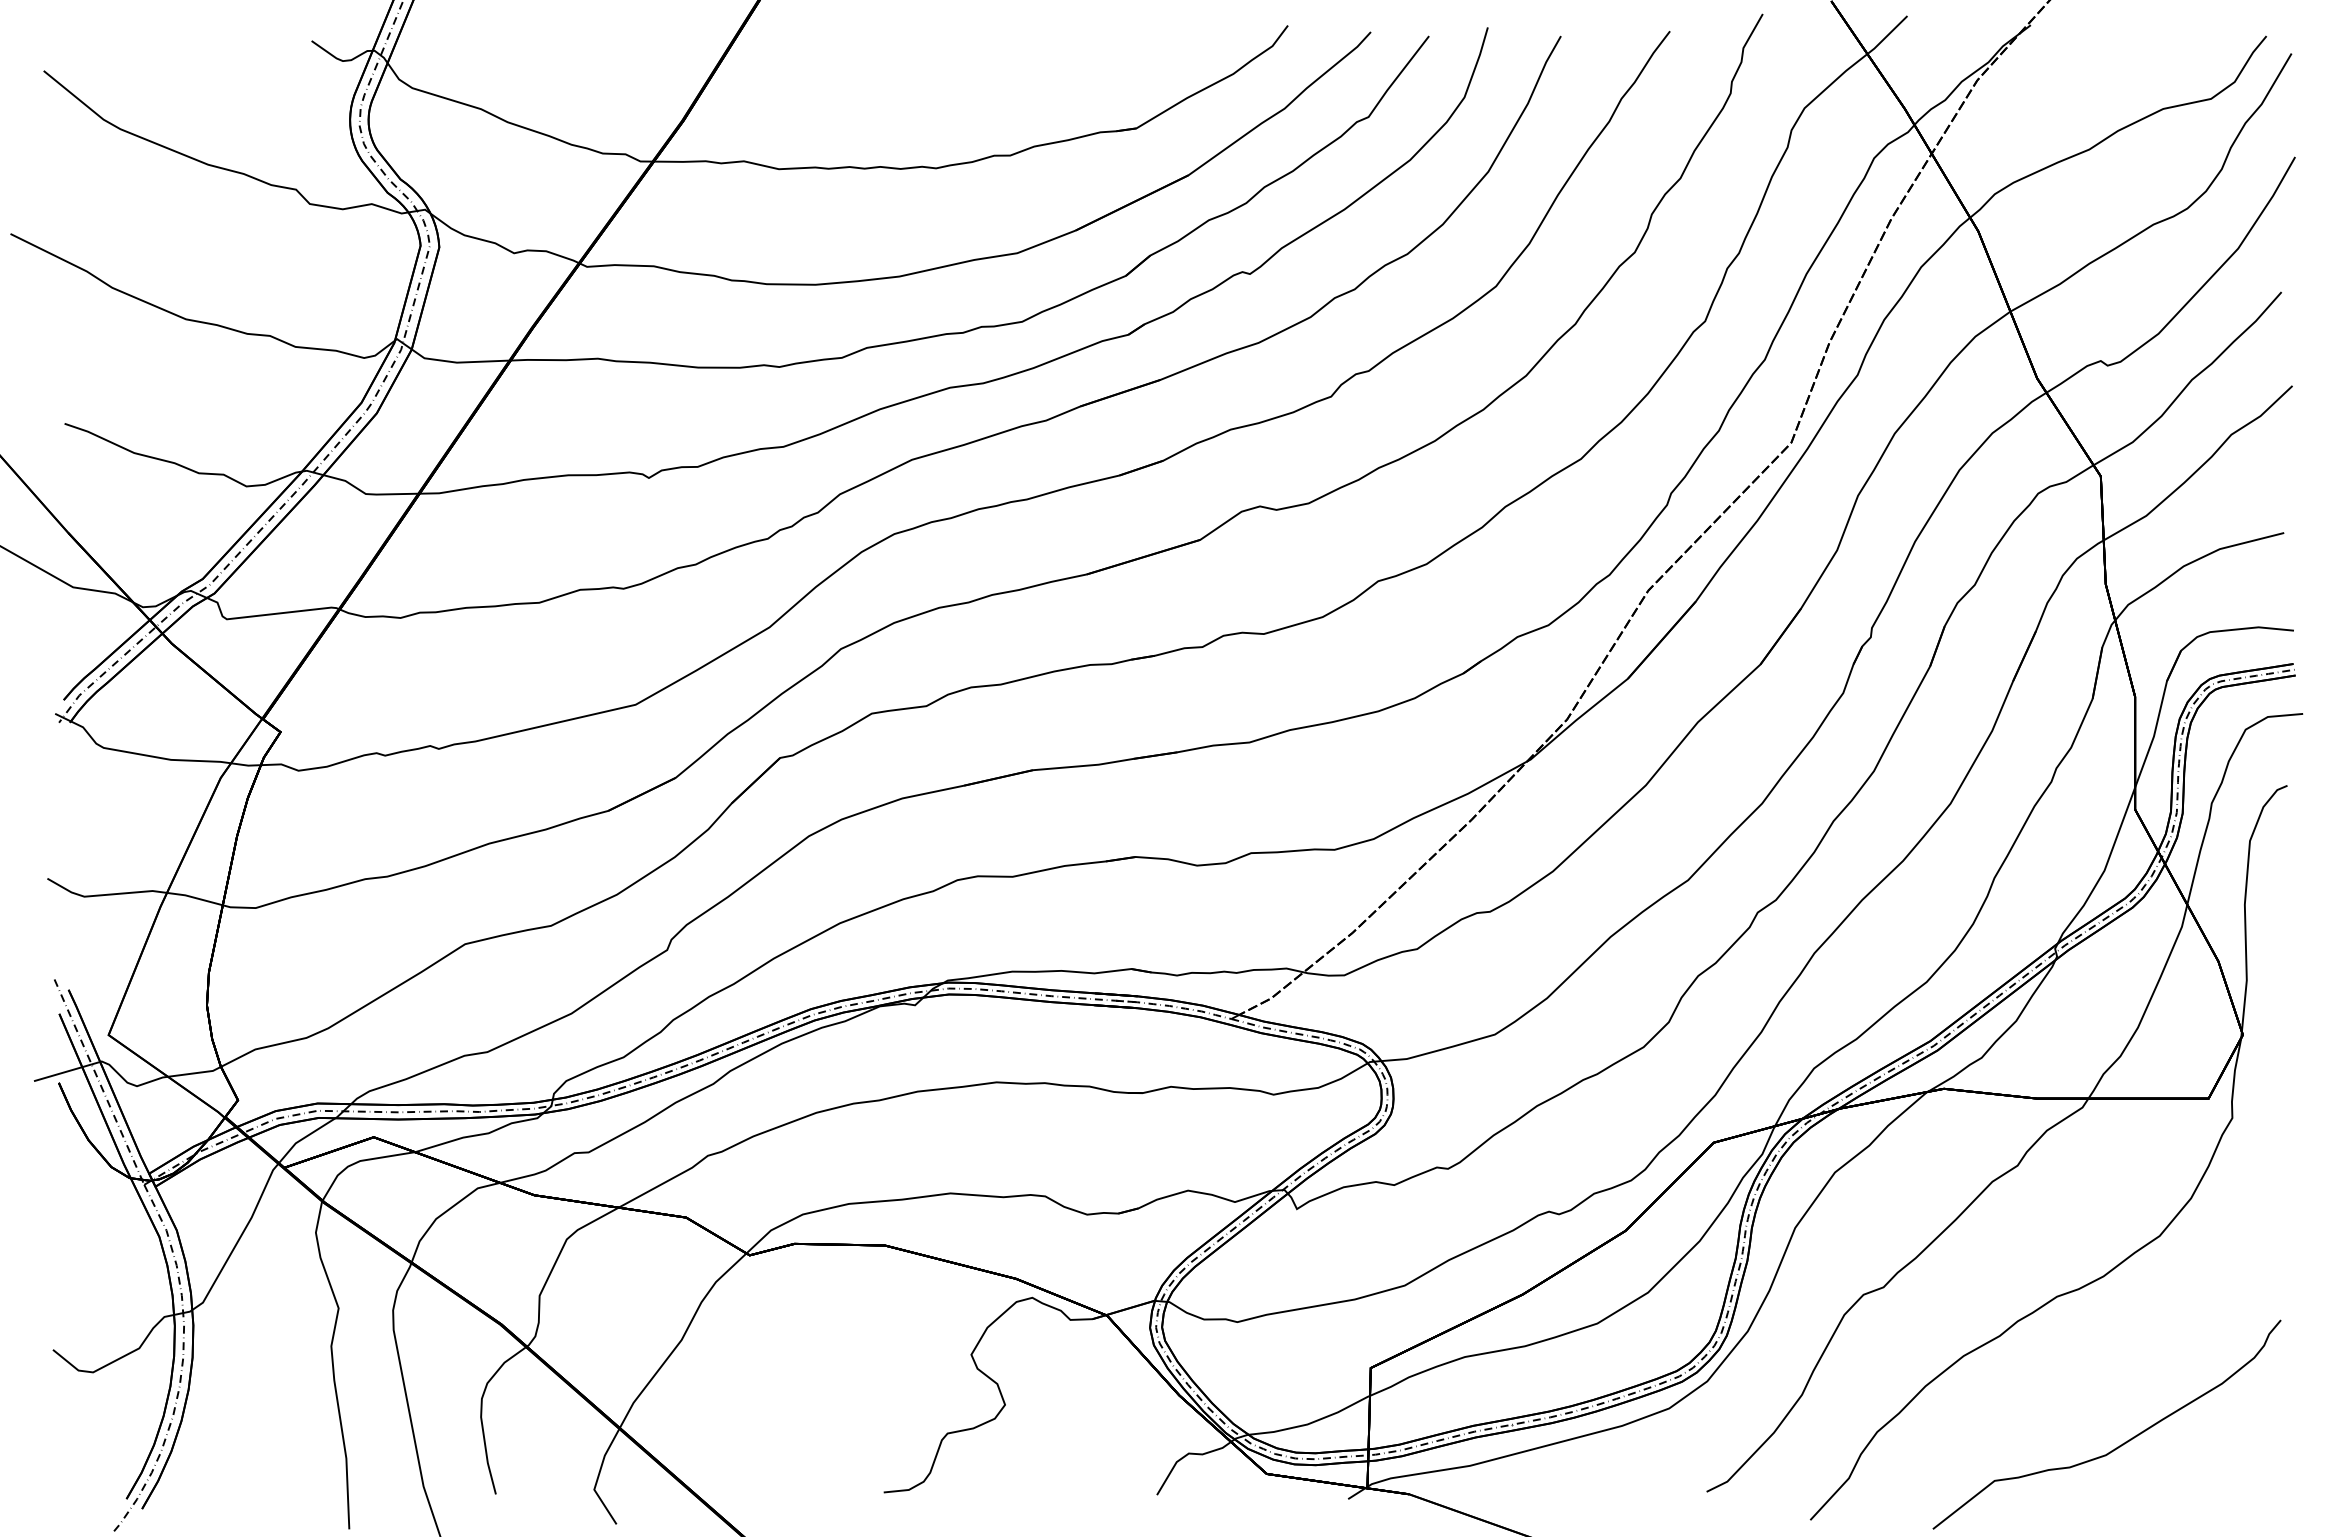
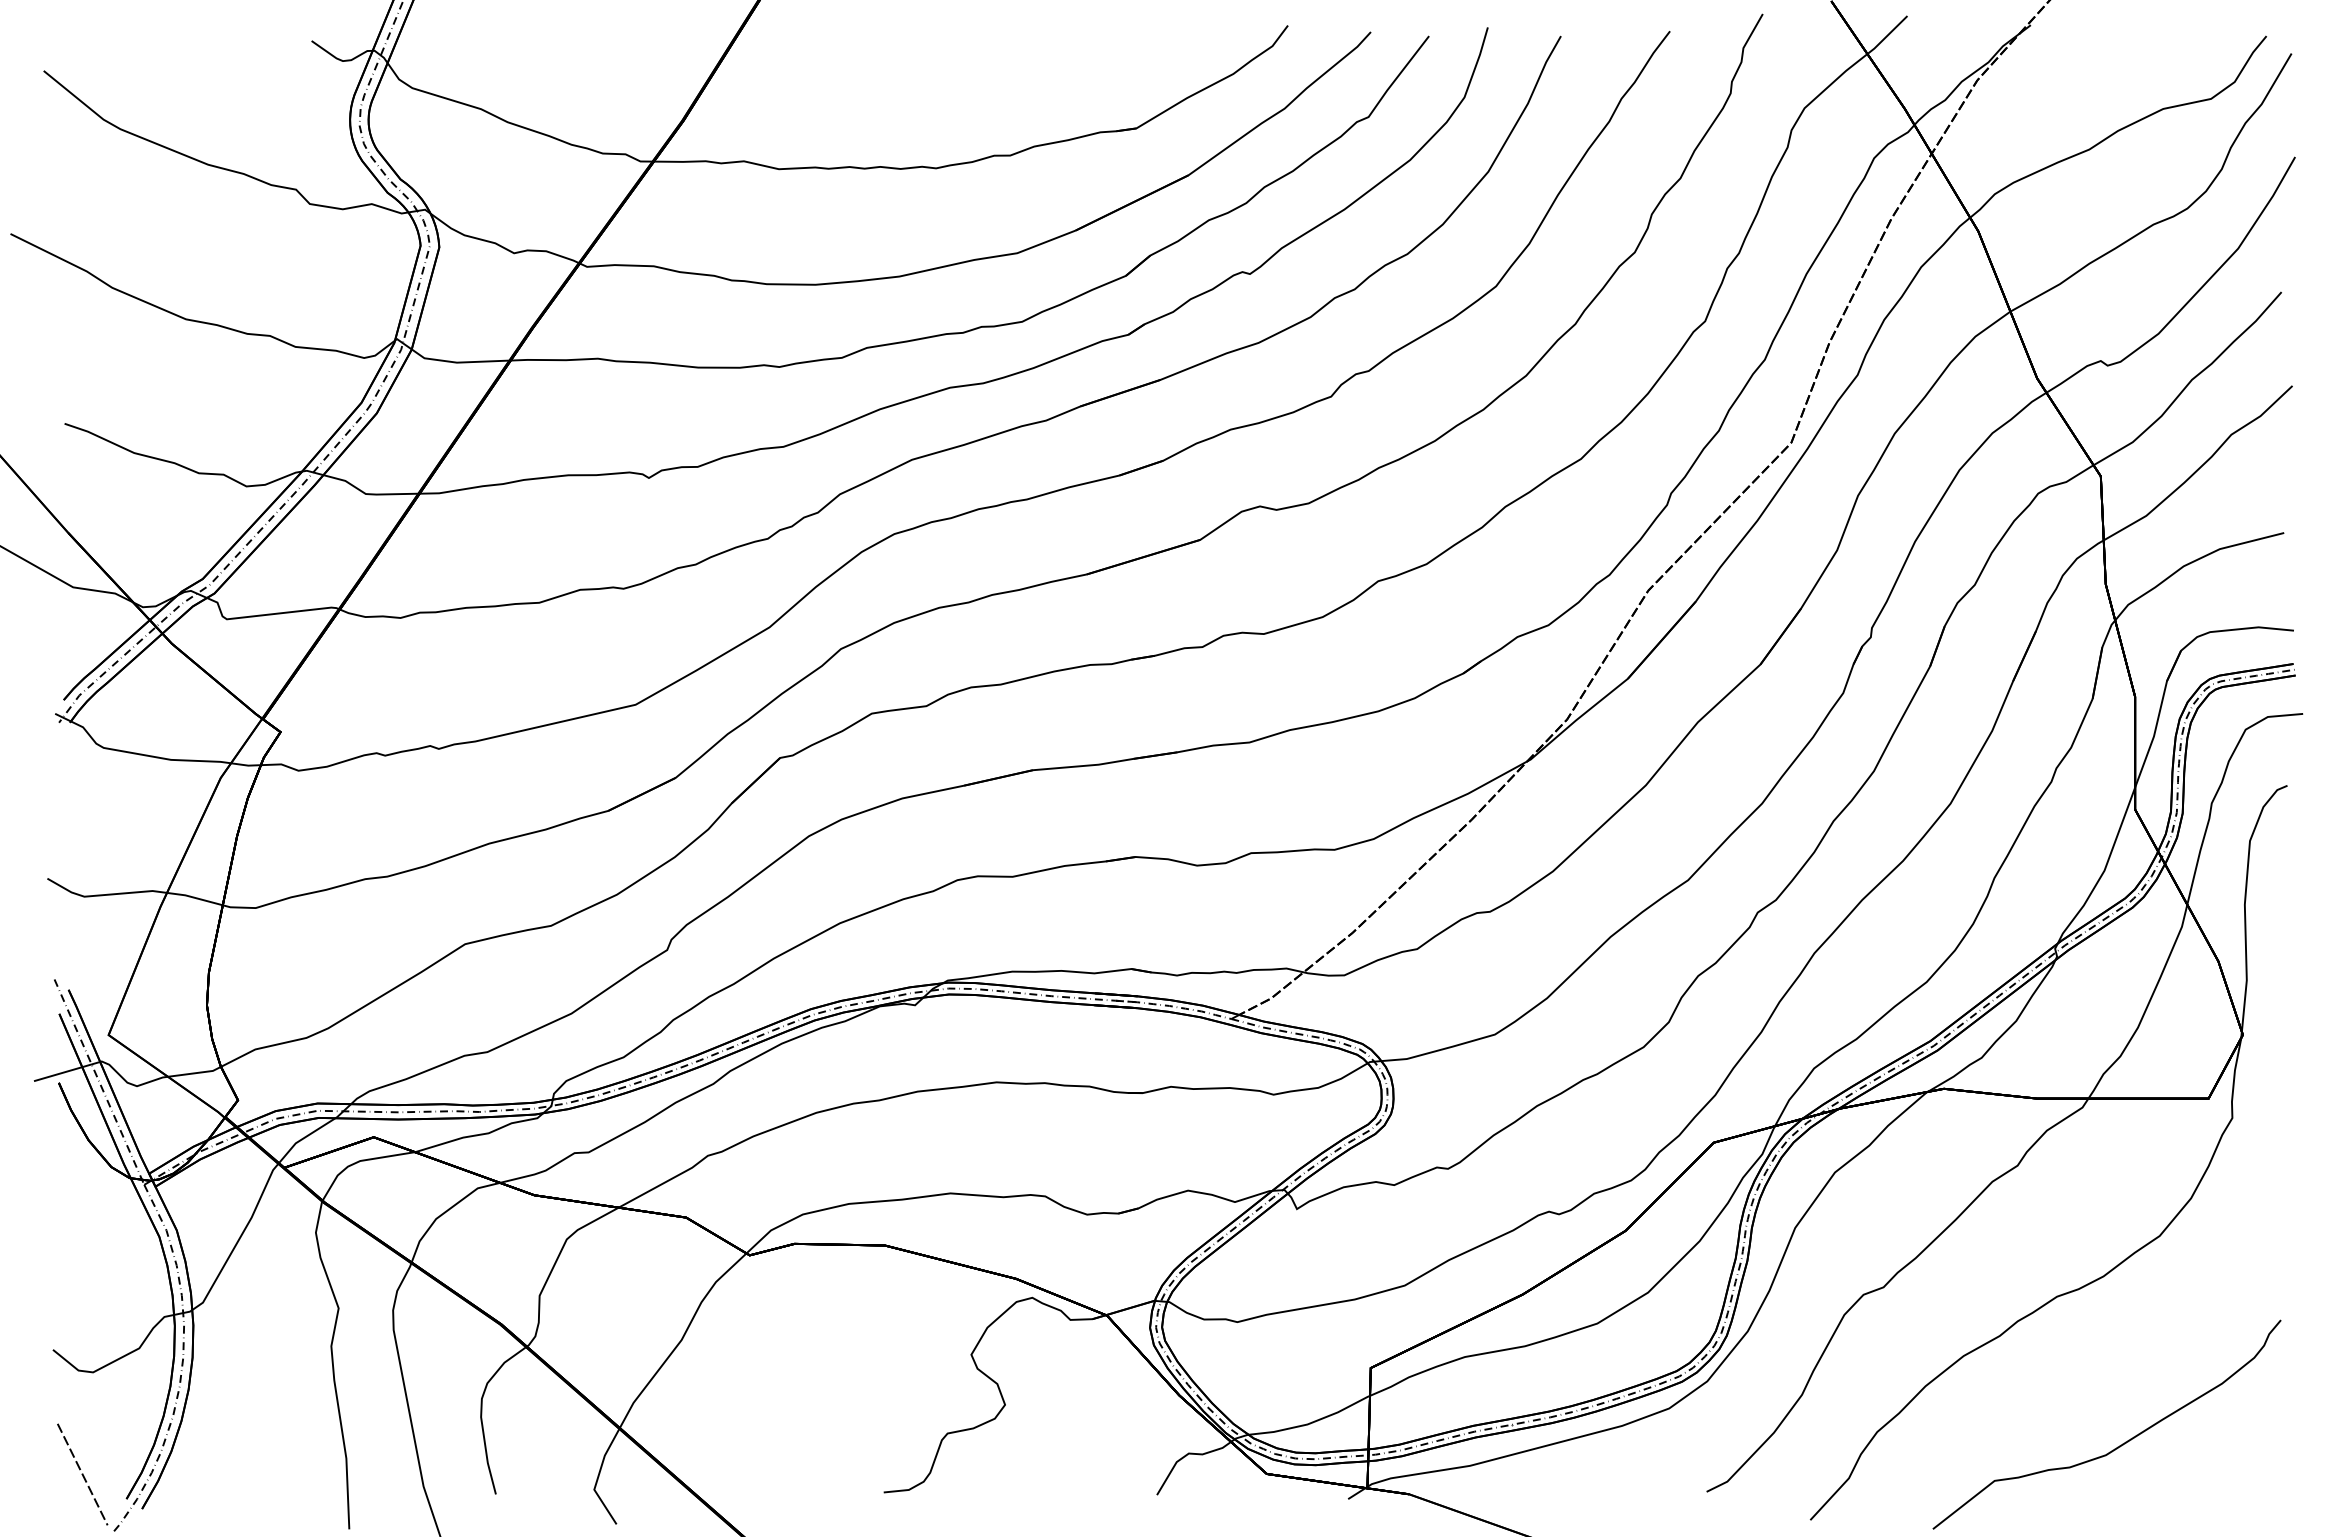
line at (82, 1474): none -> present
